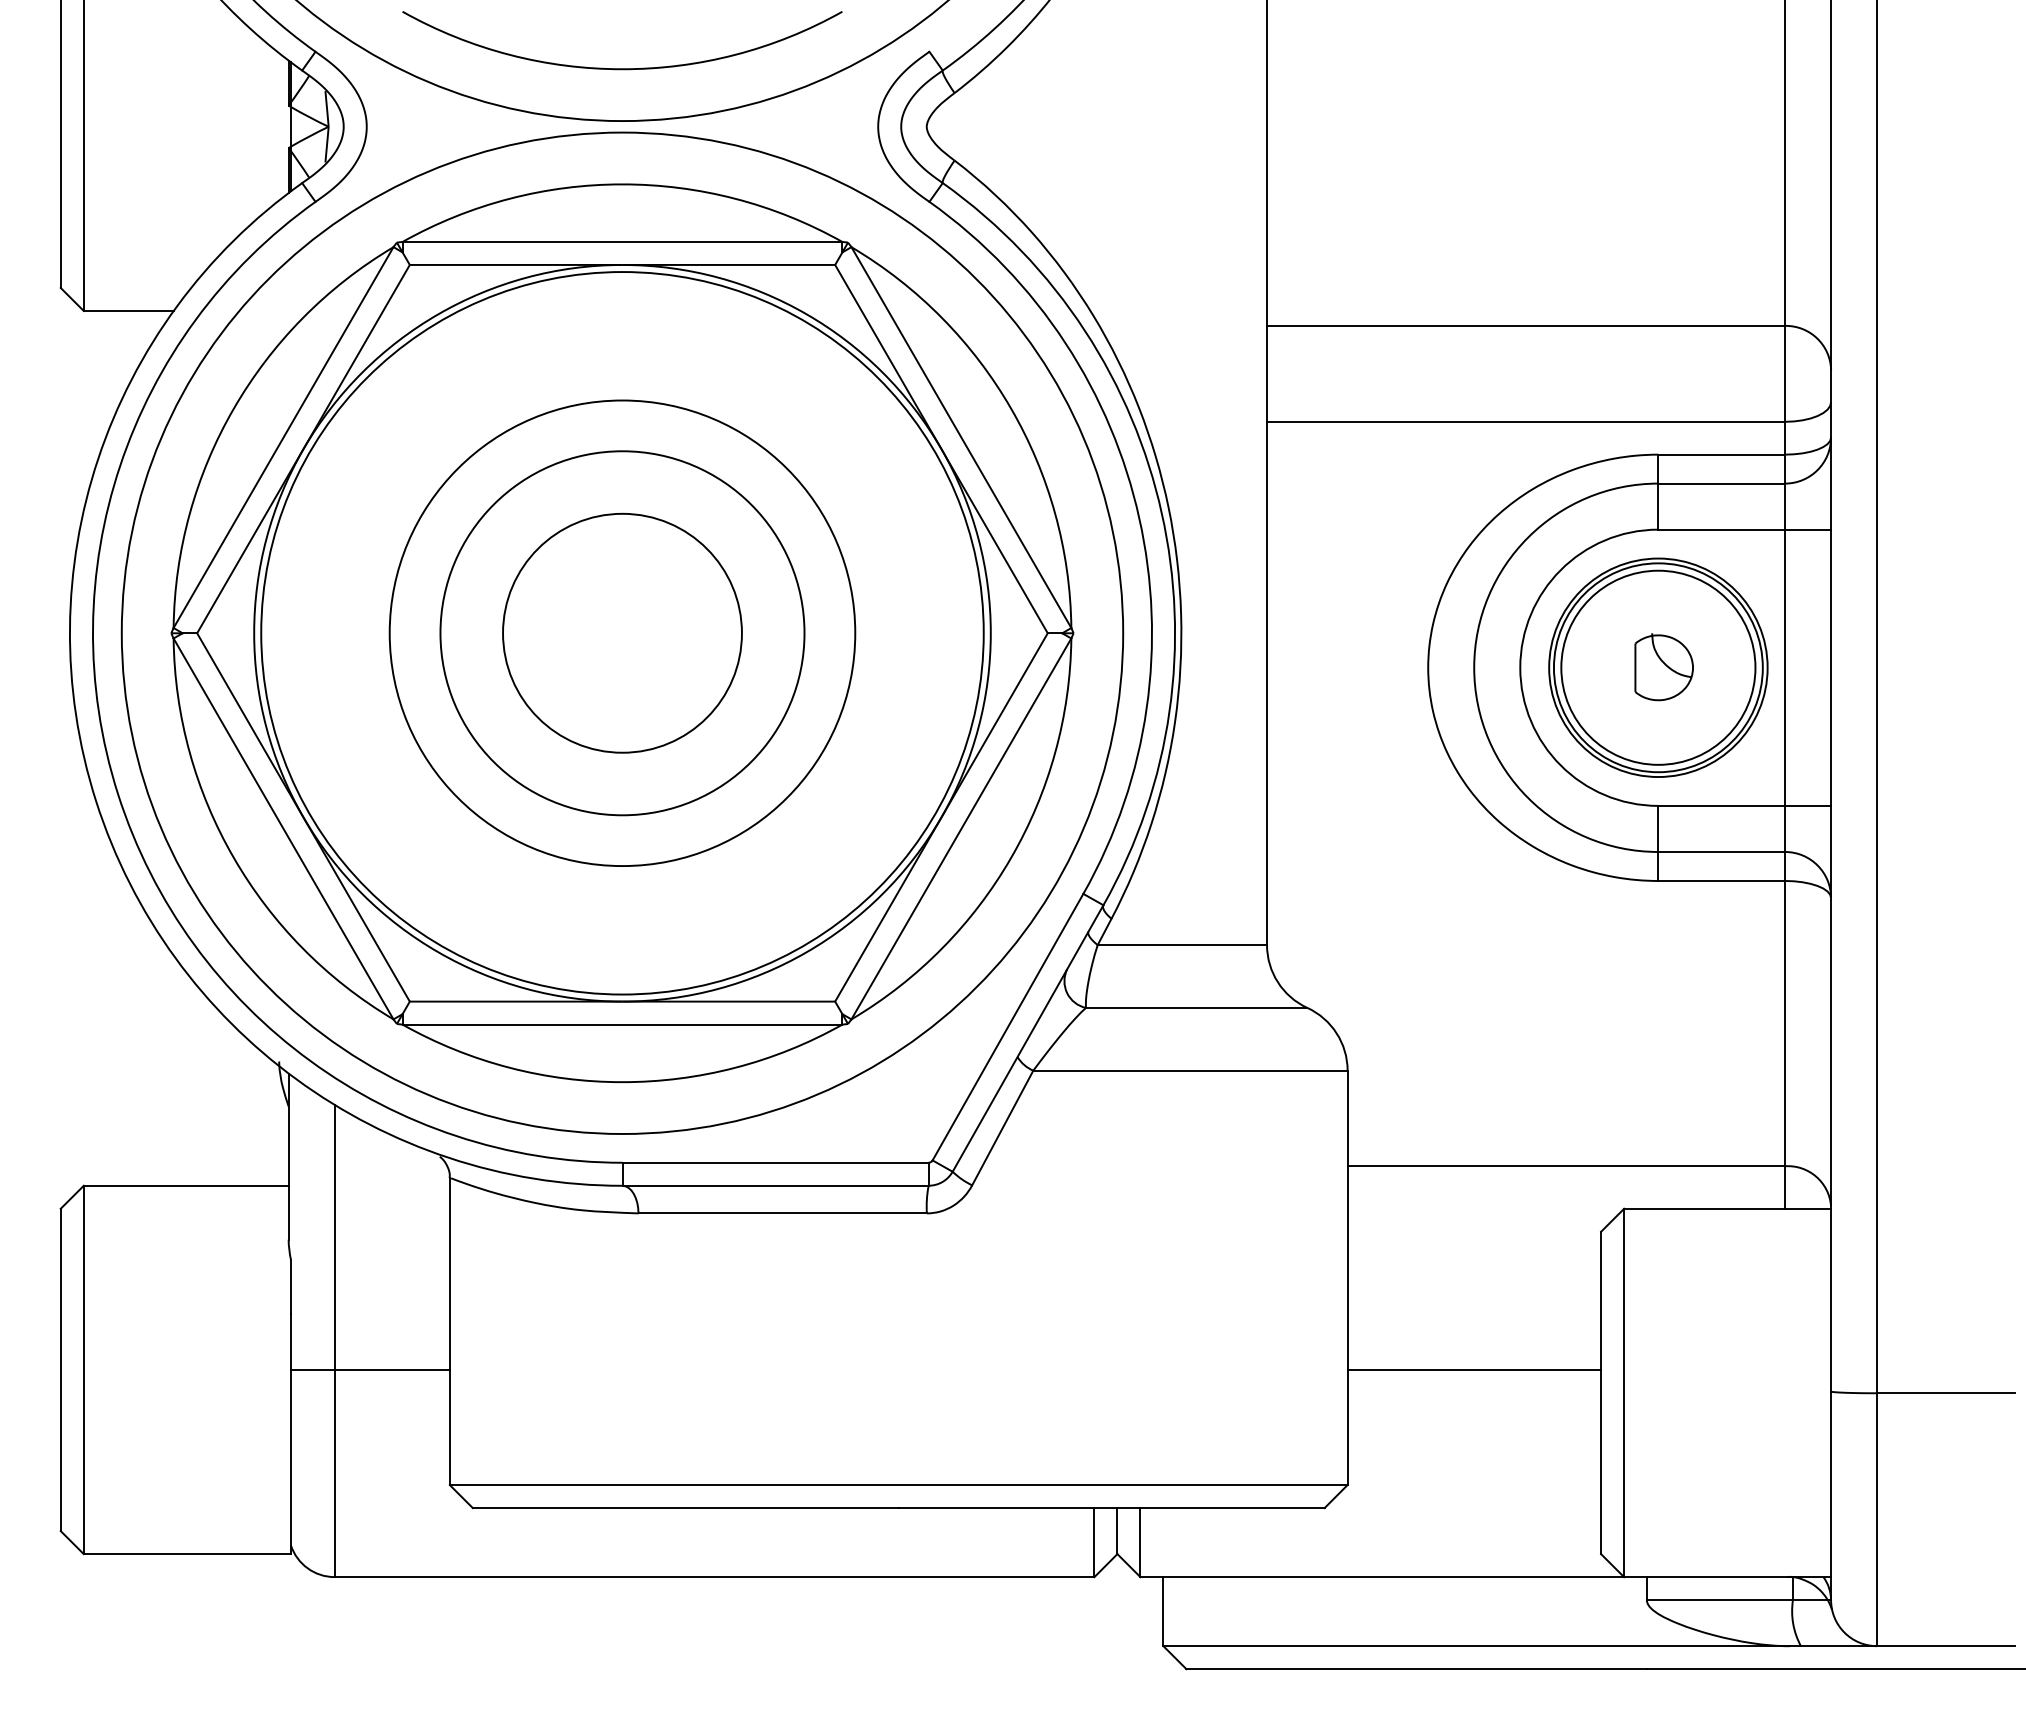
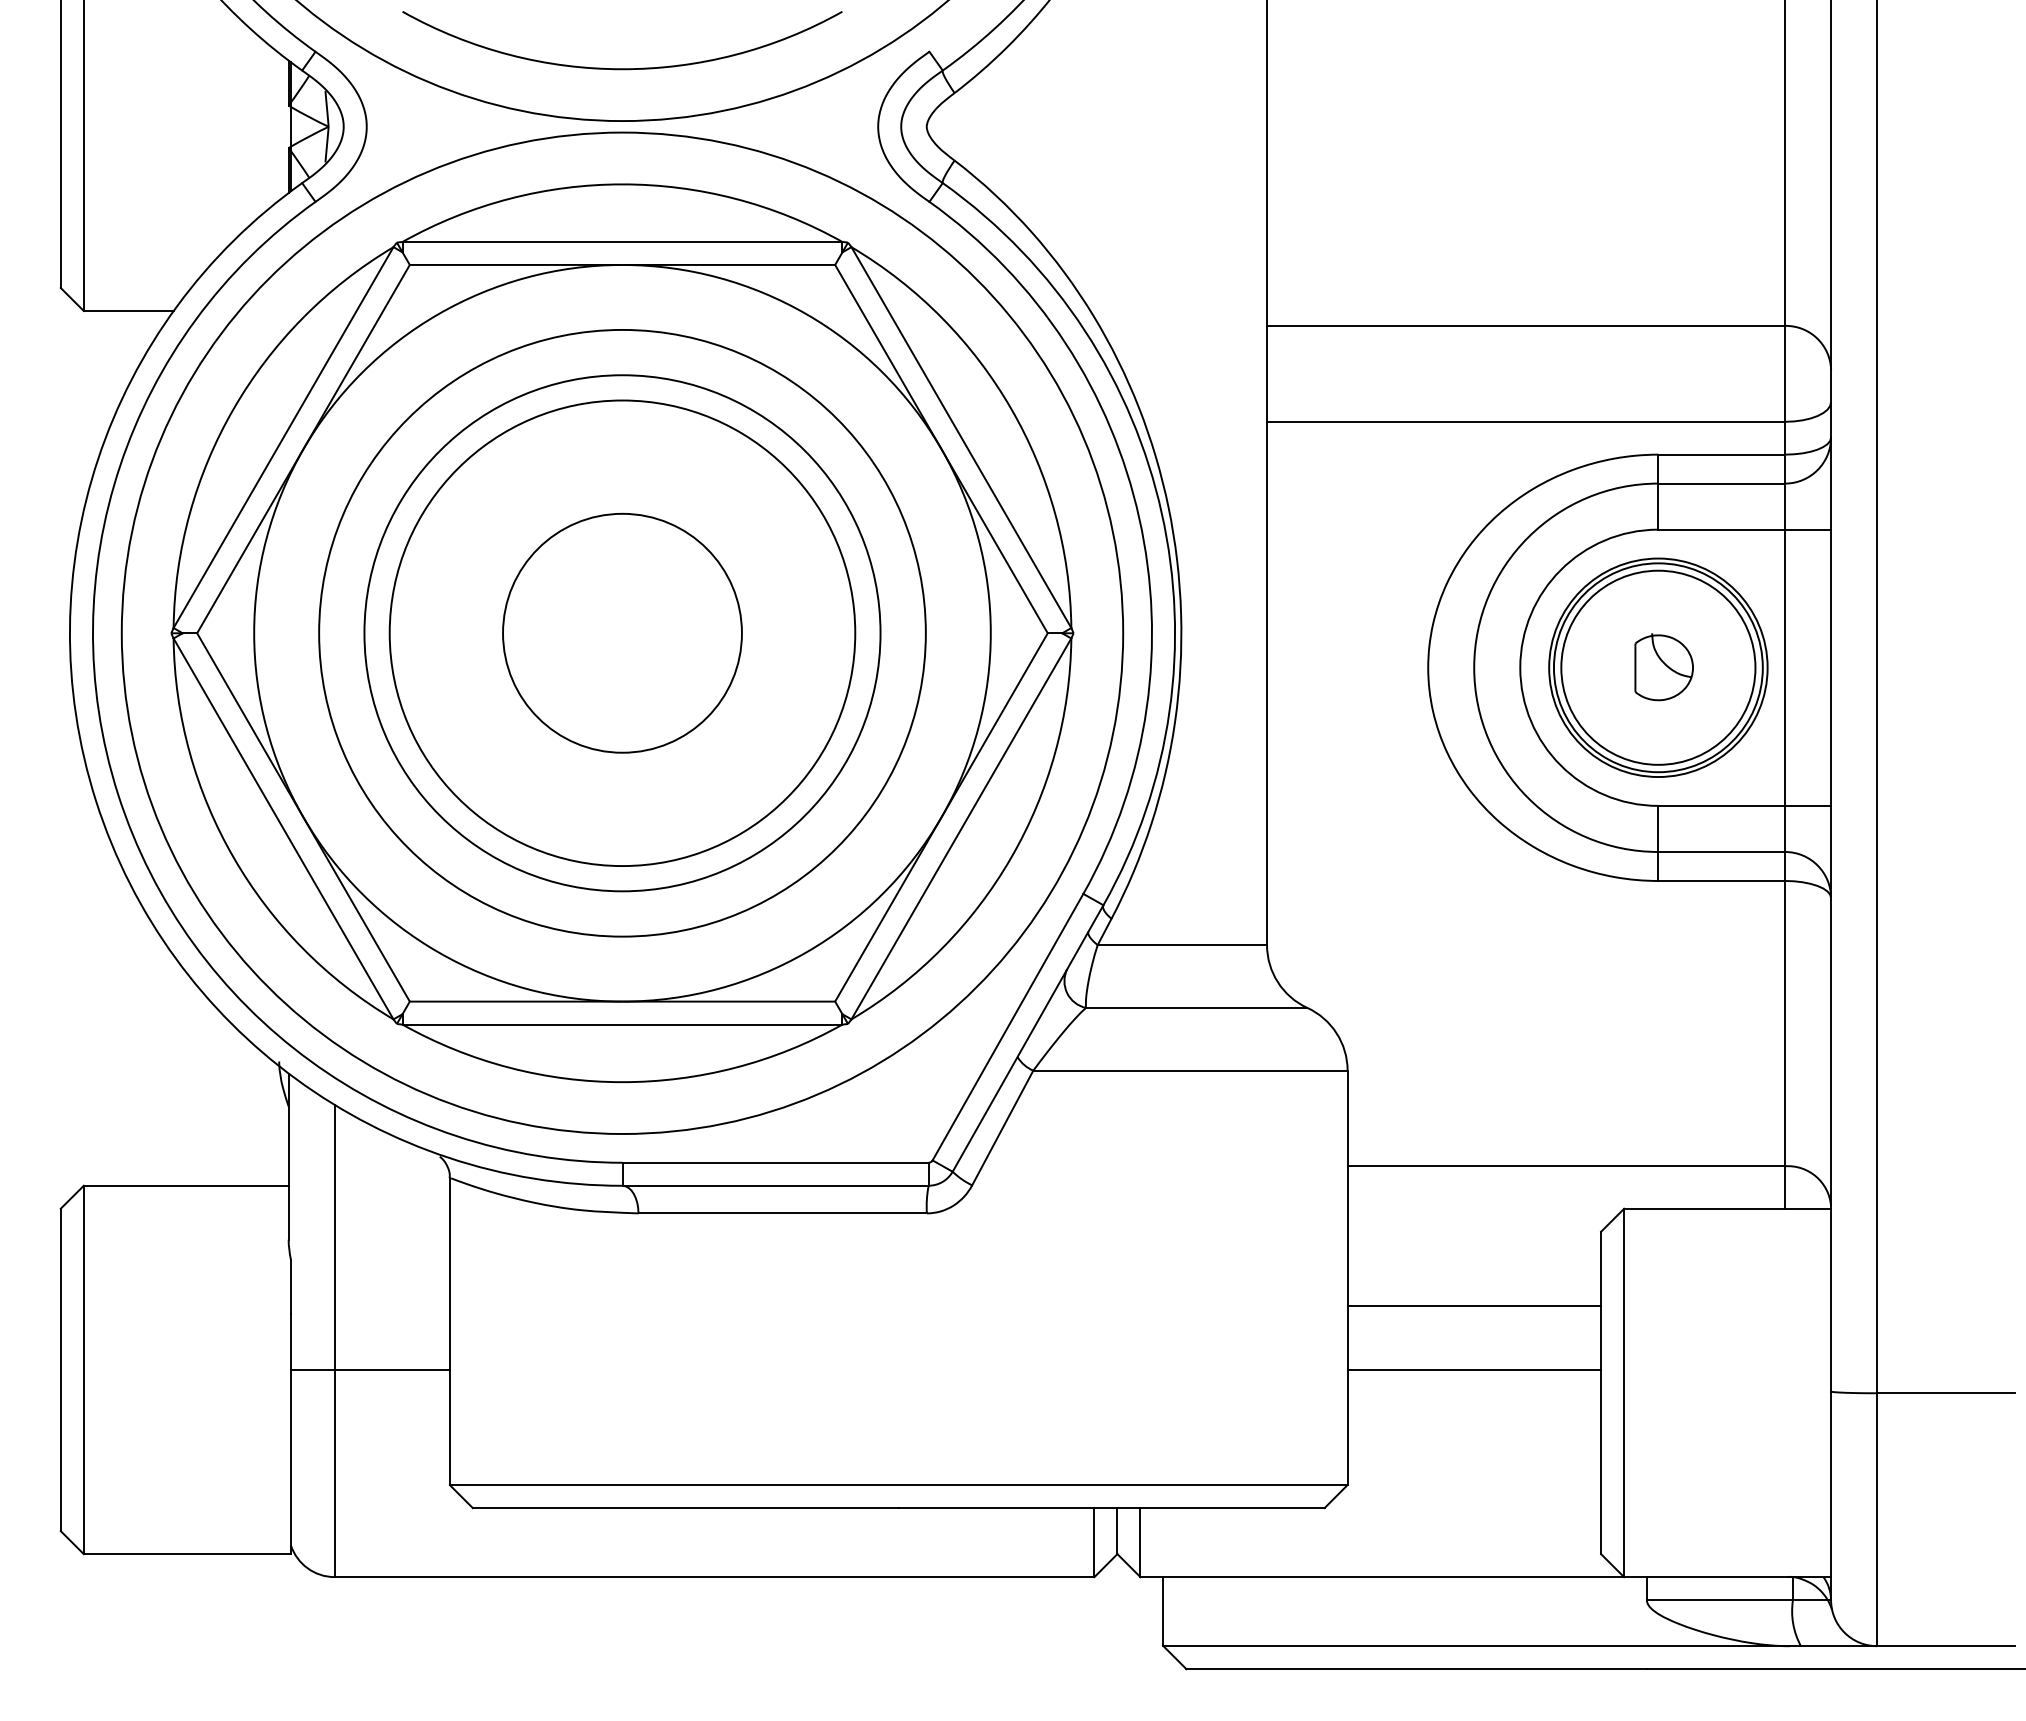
circle at (622, 633) diameter: 364 px -> 607 px
circle at (622, 633) diameter: 723 px -> 516 px
line at (1474, 1305): none -> present
